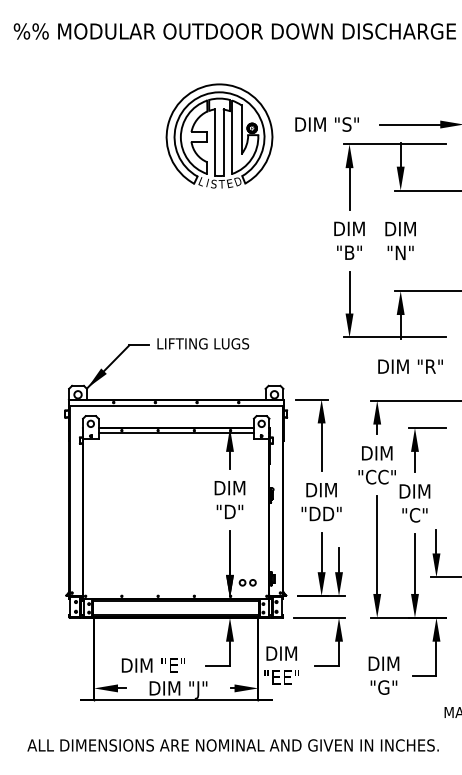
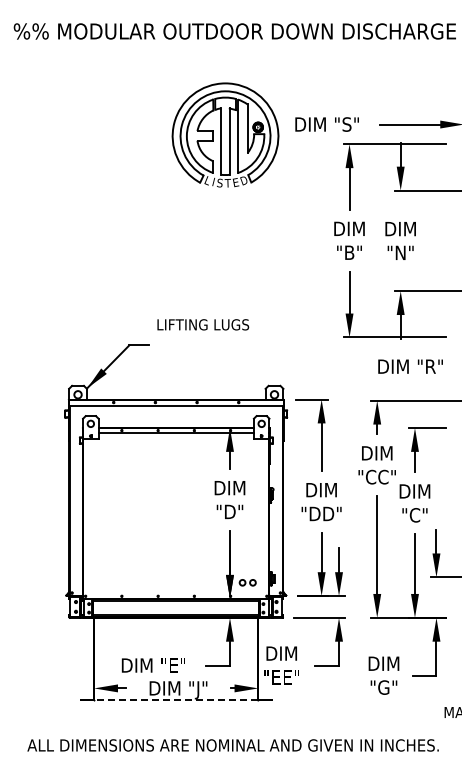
part at (219, 135) position: (219, 135) -> (225, 134)
text at (203, 343) position: (203, 343) -> (203, 324)
line at (176, 700): solid -> dashed
